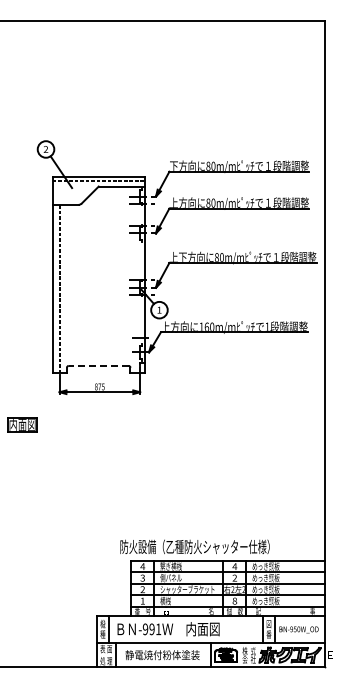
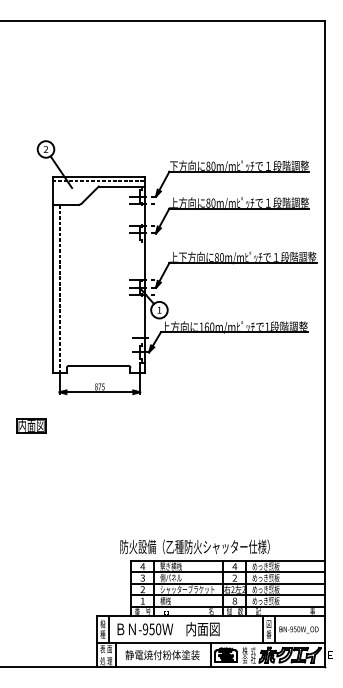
line at (98, 365): dashed -> solid
part at (22, 424) position: (22, 424) -> (31, 425)
text at (155, 629): -991 -> -950
